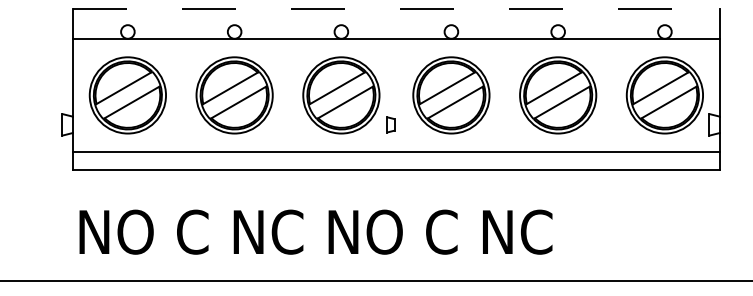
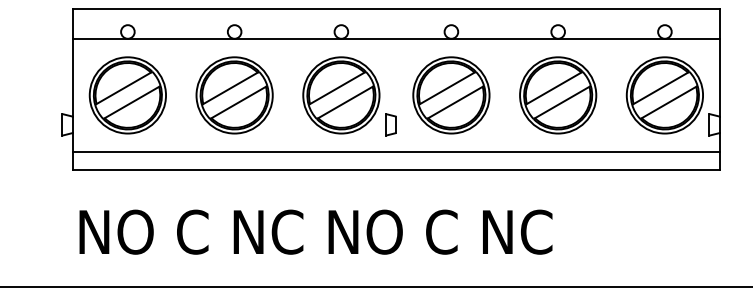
line at (396, 8): dashed -> solid
part at (390, 124) size: 10x18 px -> 12x24 px
line at (375, 281) position: (375, 281) -> (375, 287)
